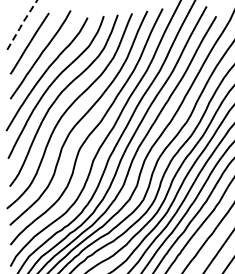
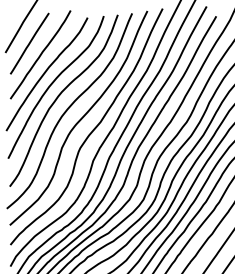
line at (20, 26): dashed -> solid
